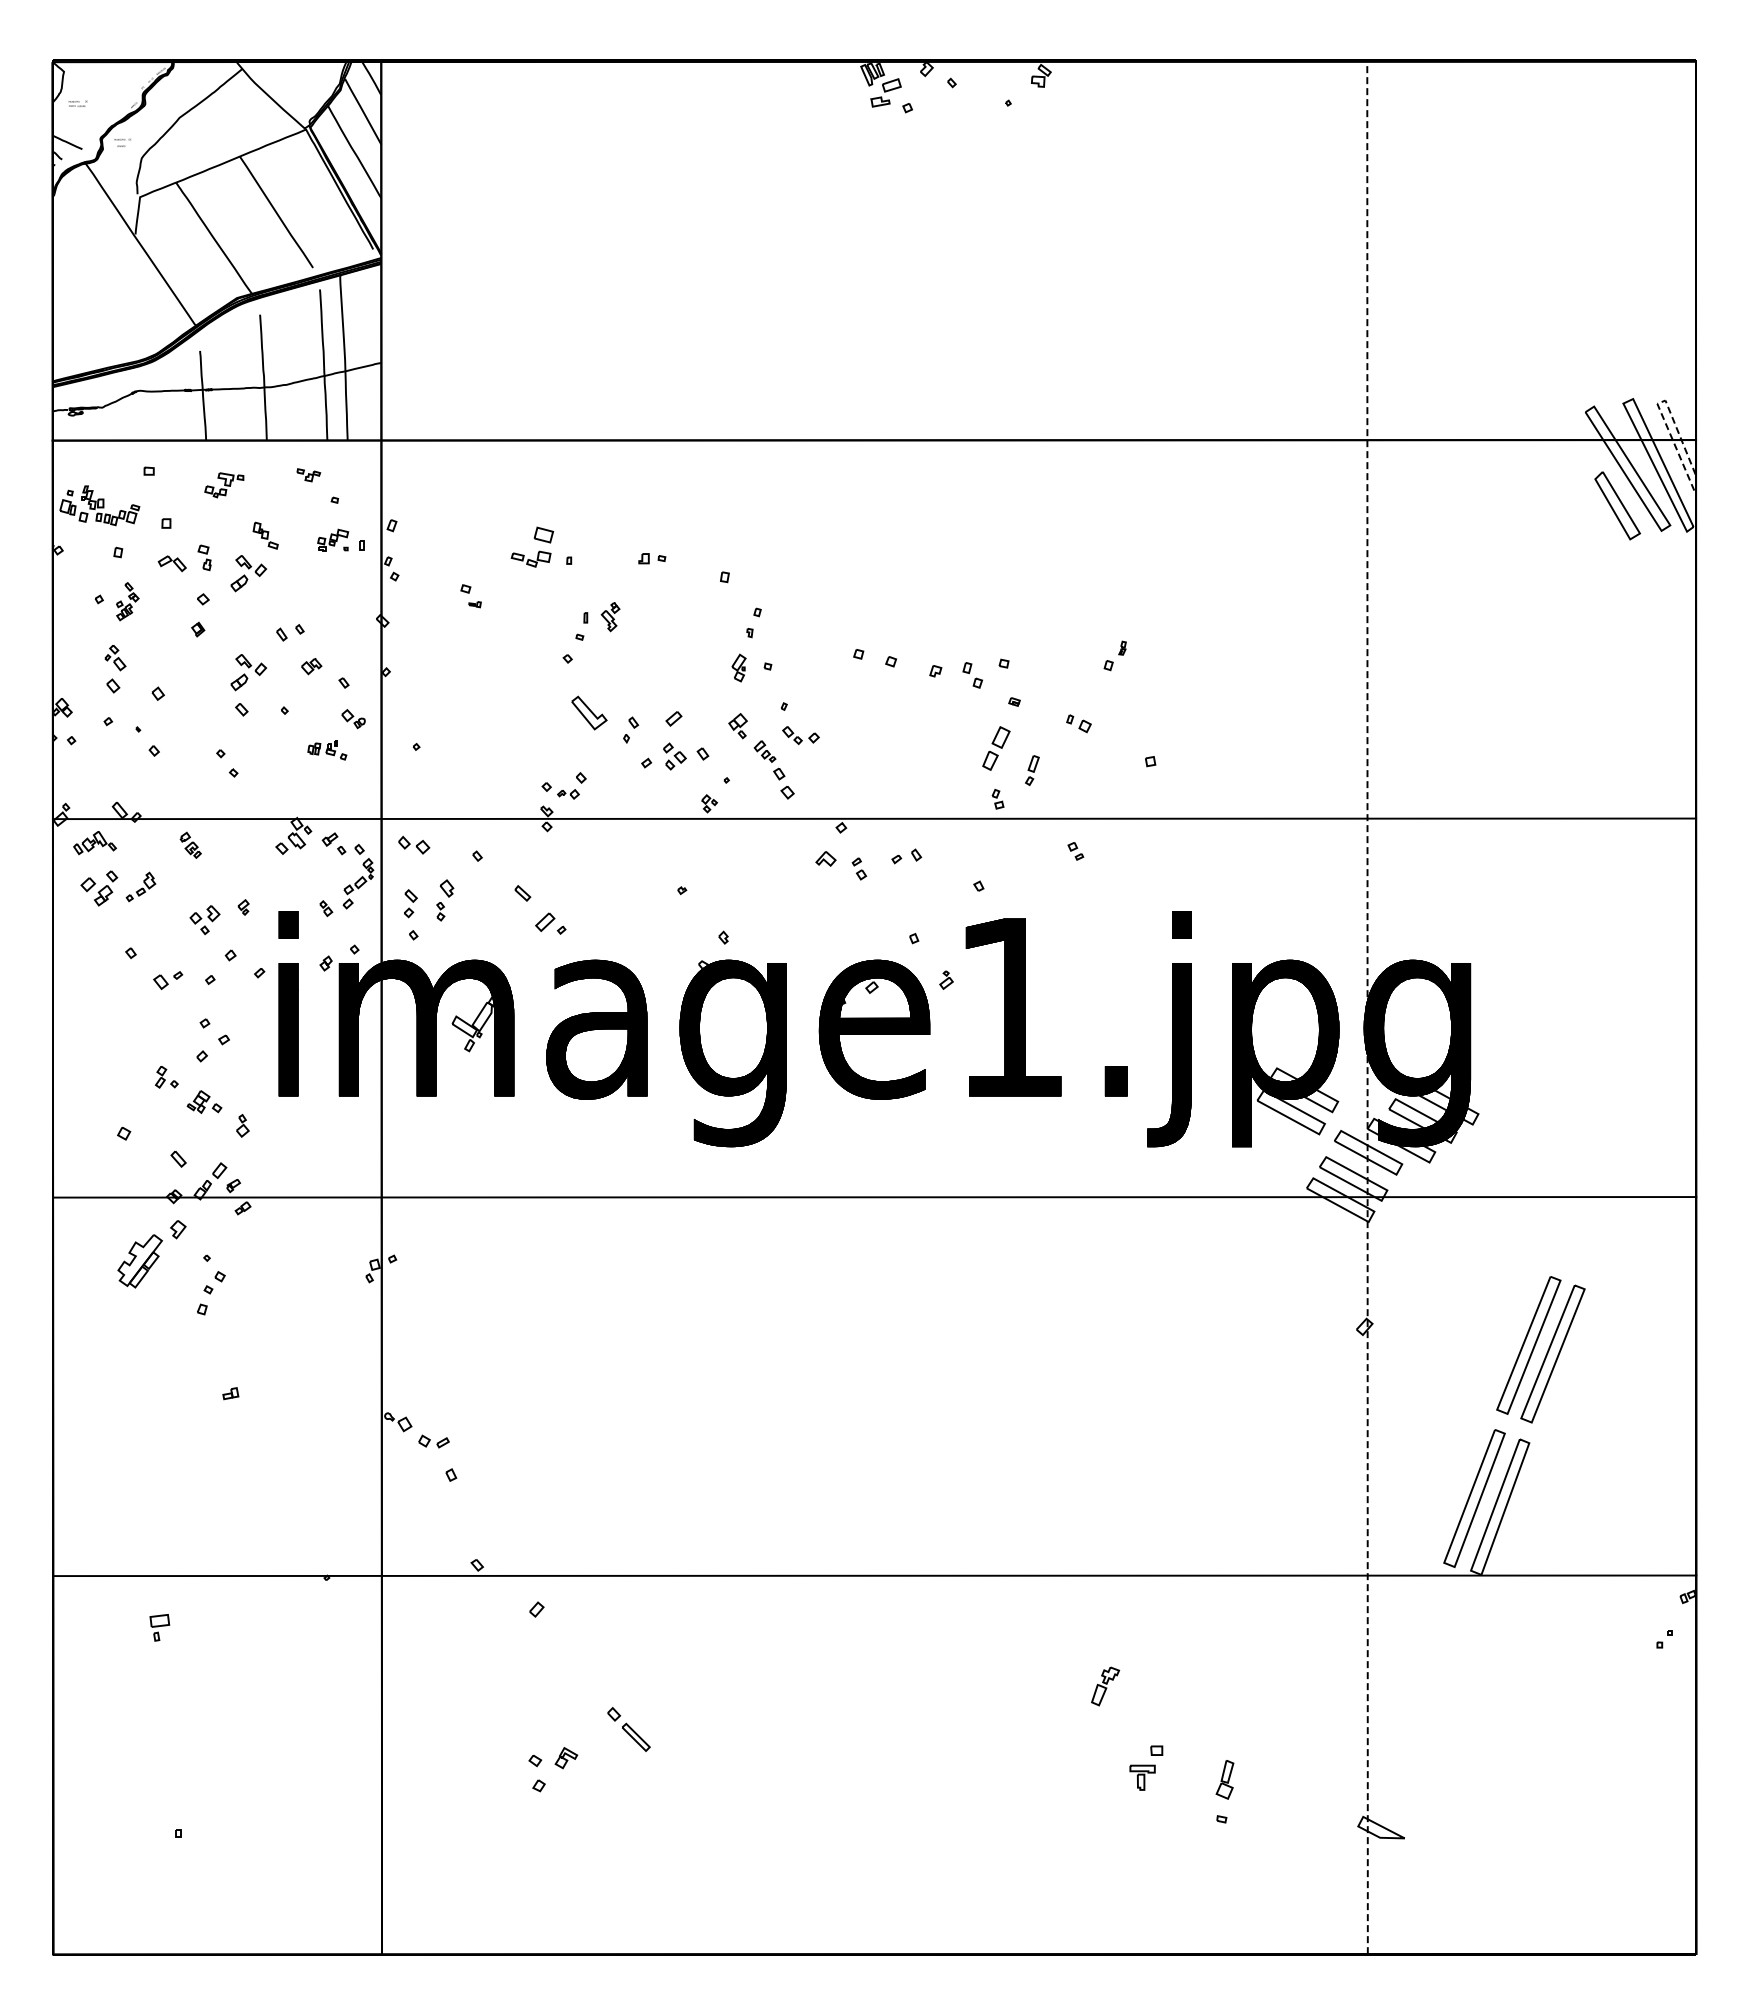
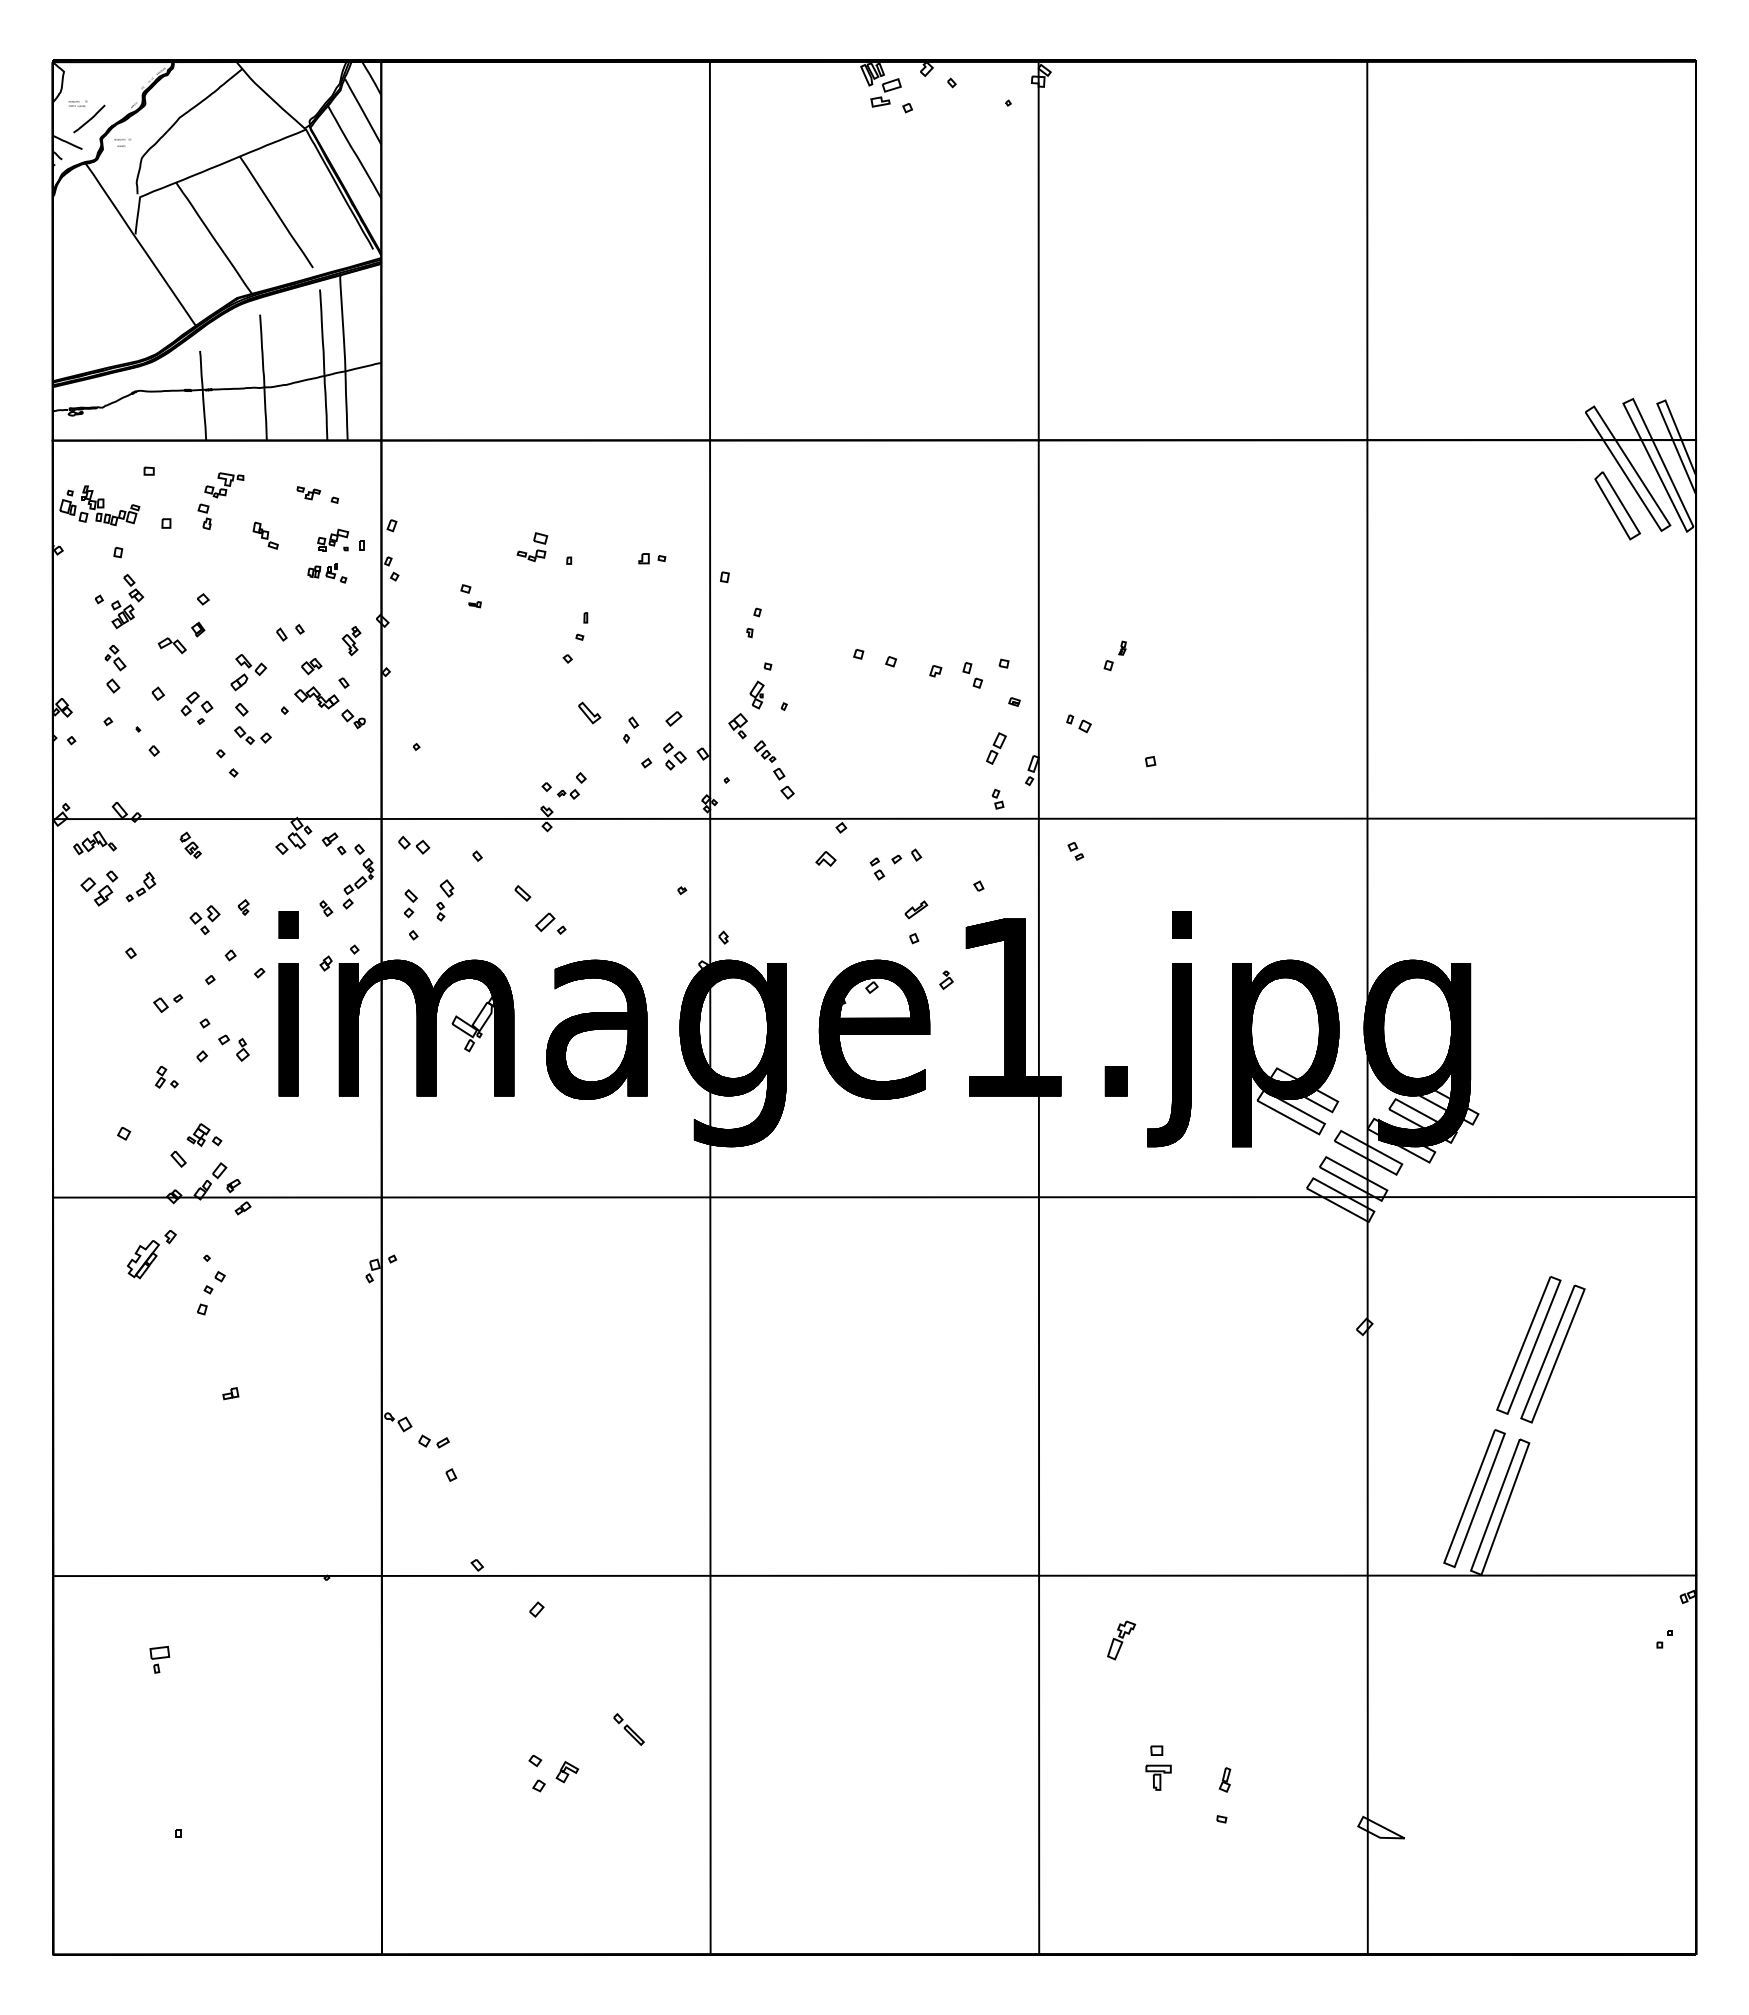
line at (90, 118): none -> present
line at (1658, 407): dashed -> solid
part at (308, 475) position: (308, 475) -> (308, 493)
part at (532, 546) size: 45x42 px -> 33x30 px
part at (204, 557) position: (204, 557) -> (204, 516)
part at (171, 563) position: (171, 563) -> (171, 645)
part at (248, 573): present -> none
part at (127, 601) size: 24x40 px -> 34x56 px
part at (610, 617) position: (610, 617) -> (351, 641)
part at (738, 667) position: (738, 667) -> (756, 694)
part at (316, 697): none -> present
part at (196, 707): none -> present
part at (589, 712) size: 37x36 px -> 24x24 px
part at (800, 735) position: (800, 735) -> (252, 735)
part at (996, 748) size: 29x45 px -> 21x33 px
part at (327, 750) position: (327, 750) -> (327, 573)
part at (859, 868) position: (859, 868) -> (877, 868)
part at (916, 909): none -> present
part at (168, 980) position: (168, 980) -> (168, 1003)
line at (709, 1007): none -> present
line at (1038, 1007): none -> present
line at (1367, 1007): dashed -> solid
part at (204, 1101) position: (204, 1101) -> (204, 1134)
part at (242, 1125) position: (242, 1125) -> (242, 1049)
part at (151, 1254) size: 70x69 px -> 51x50 px
part at (159, 1627) position: (159, 1627) -> (159, 1659)
part at (1105, 1686) position: (1105, 1686) -> (1121, 1640)
part at (628, 1729) size: 44x45 px -> 32x33 px
part at (566, 1758) position: (566, 1758) -> (567, 1772)
part at (1142, 1777) position: (1142, 1777) -> (1158, 1777)
part at (1224, 1779) size: 20x40 px -> 14x26 px
